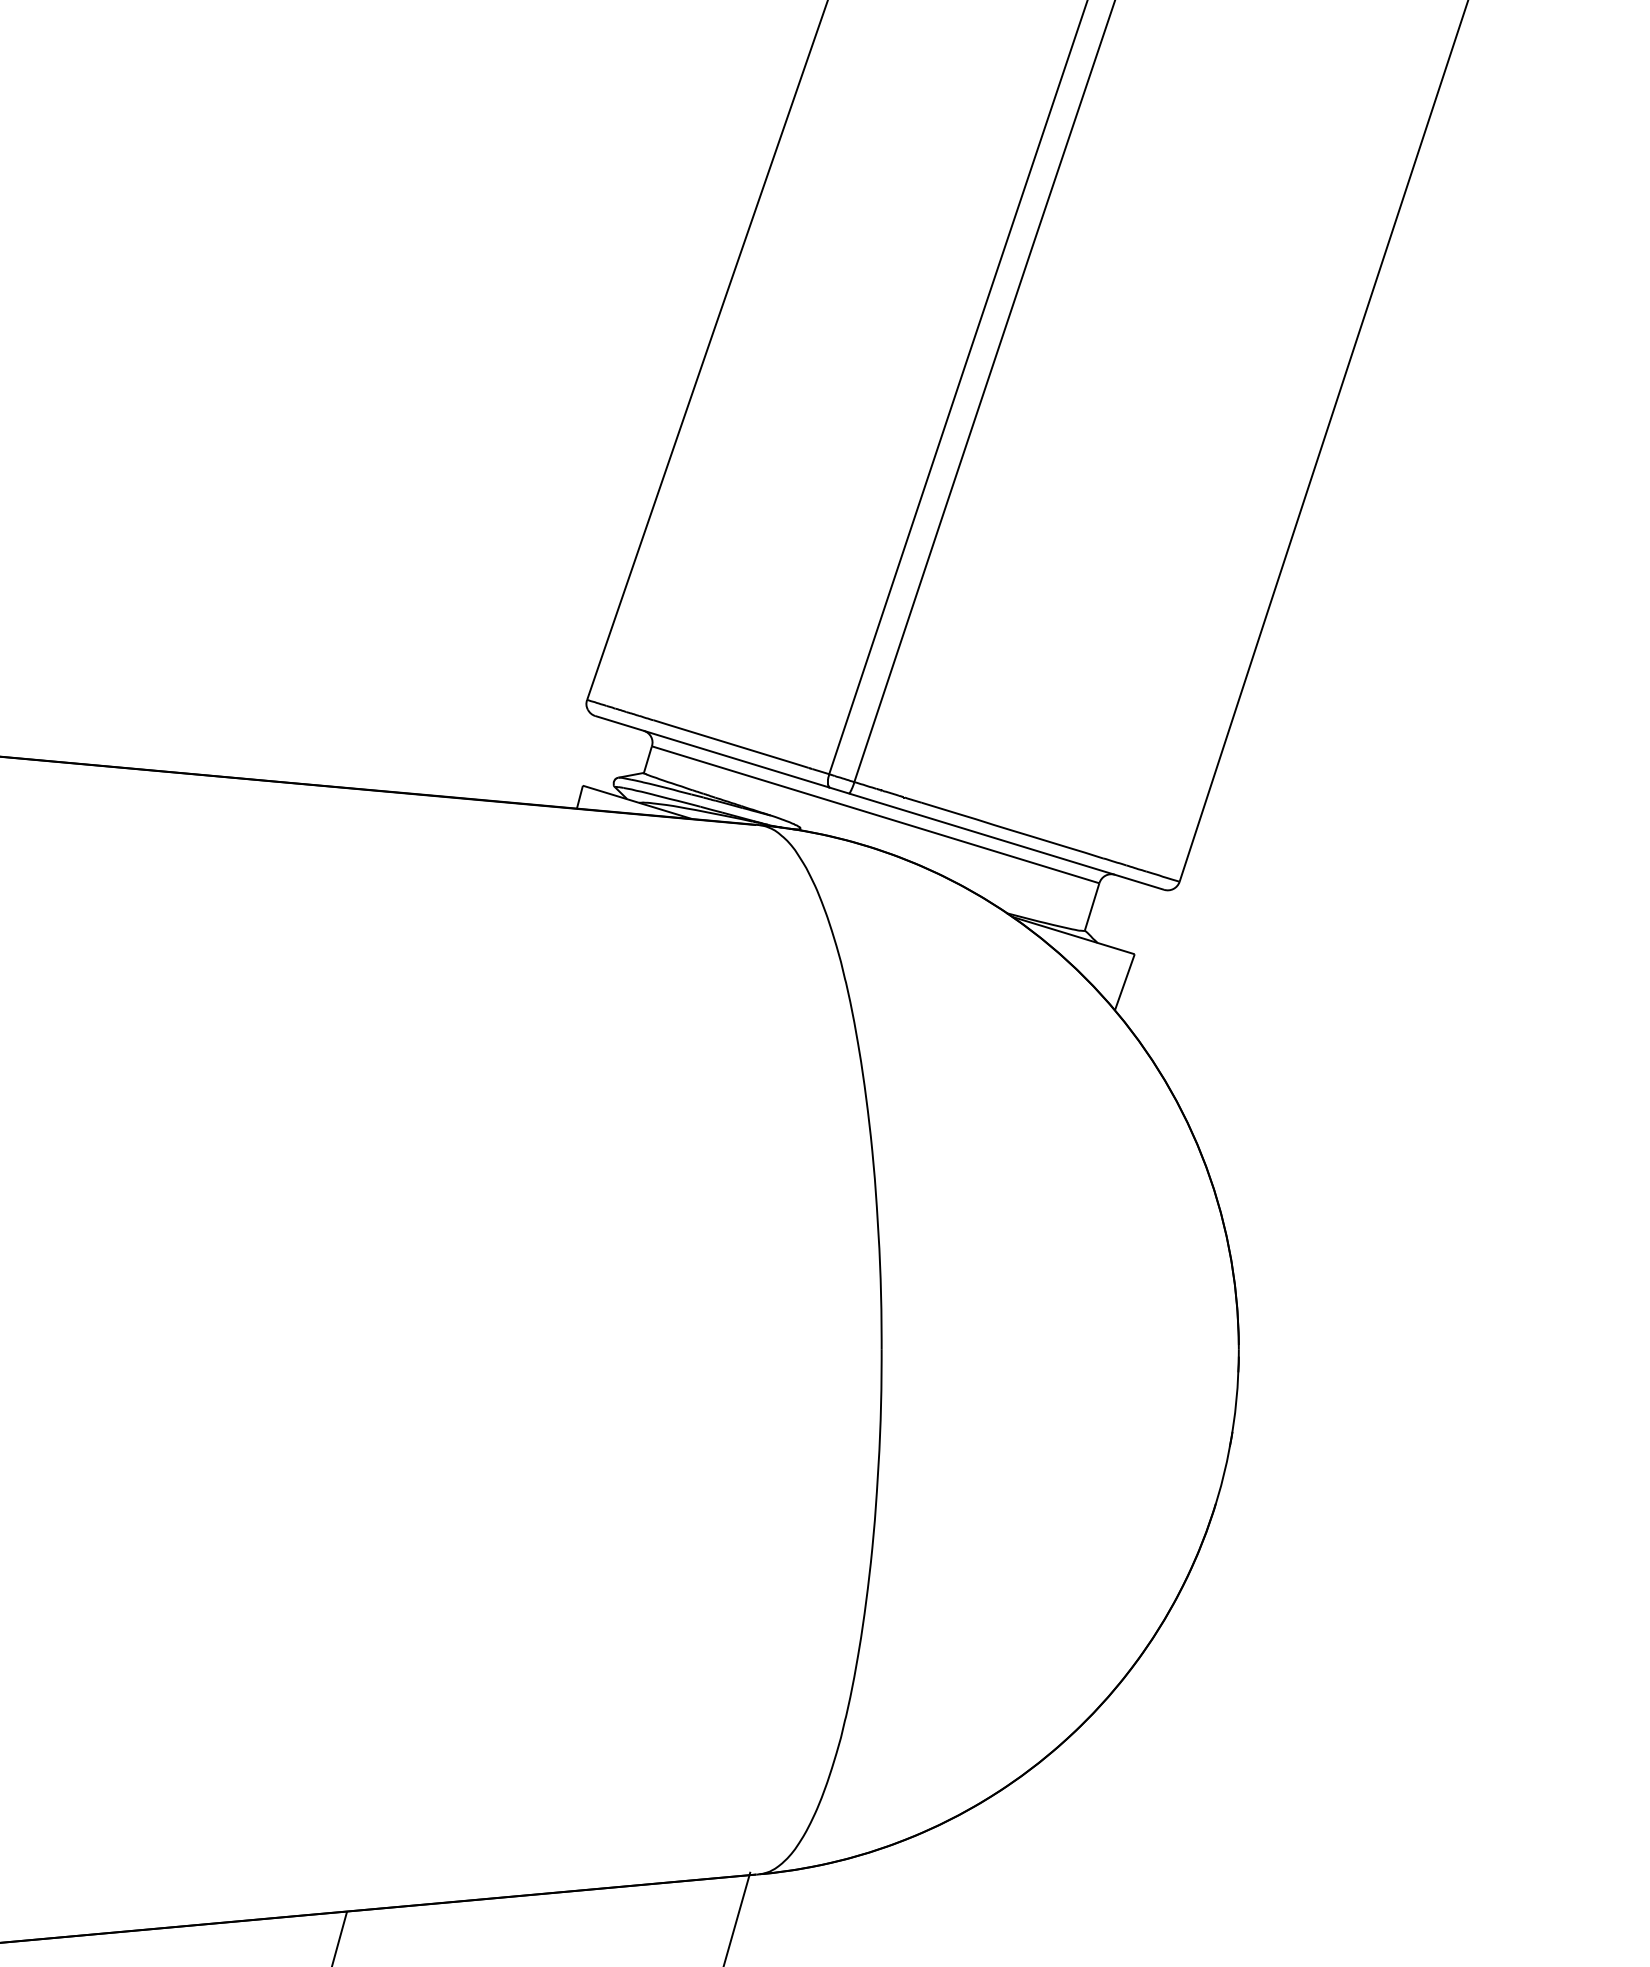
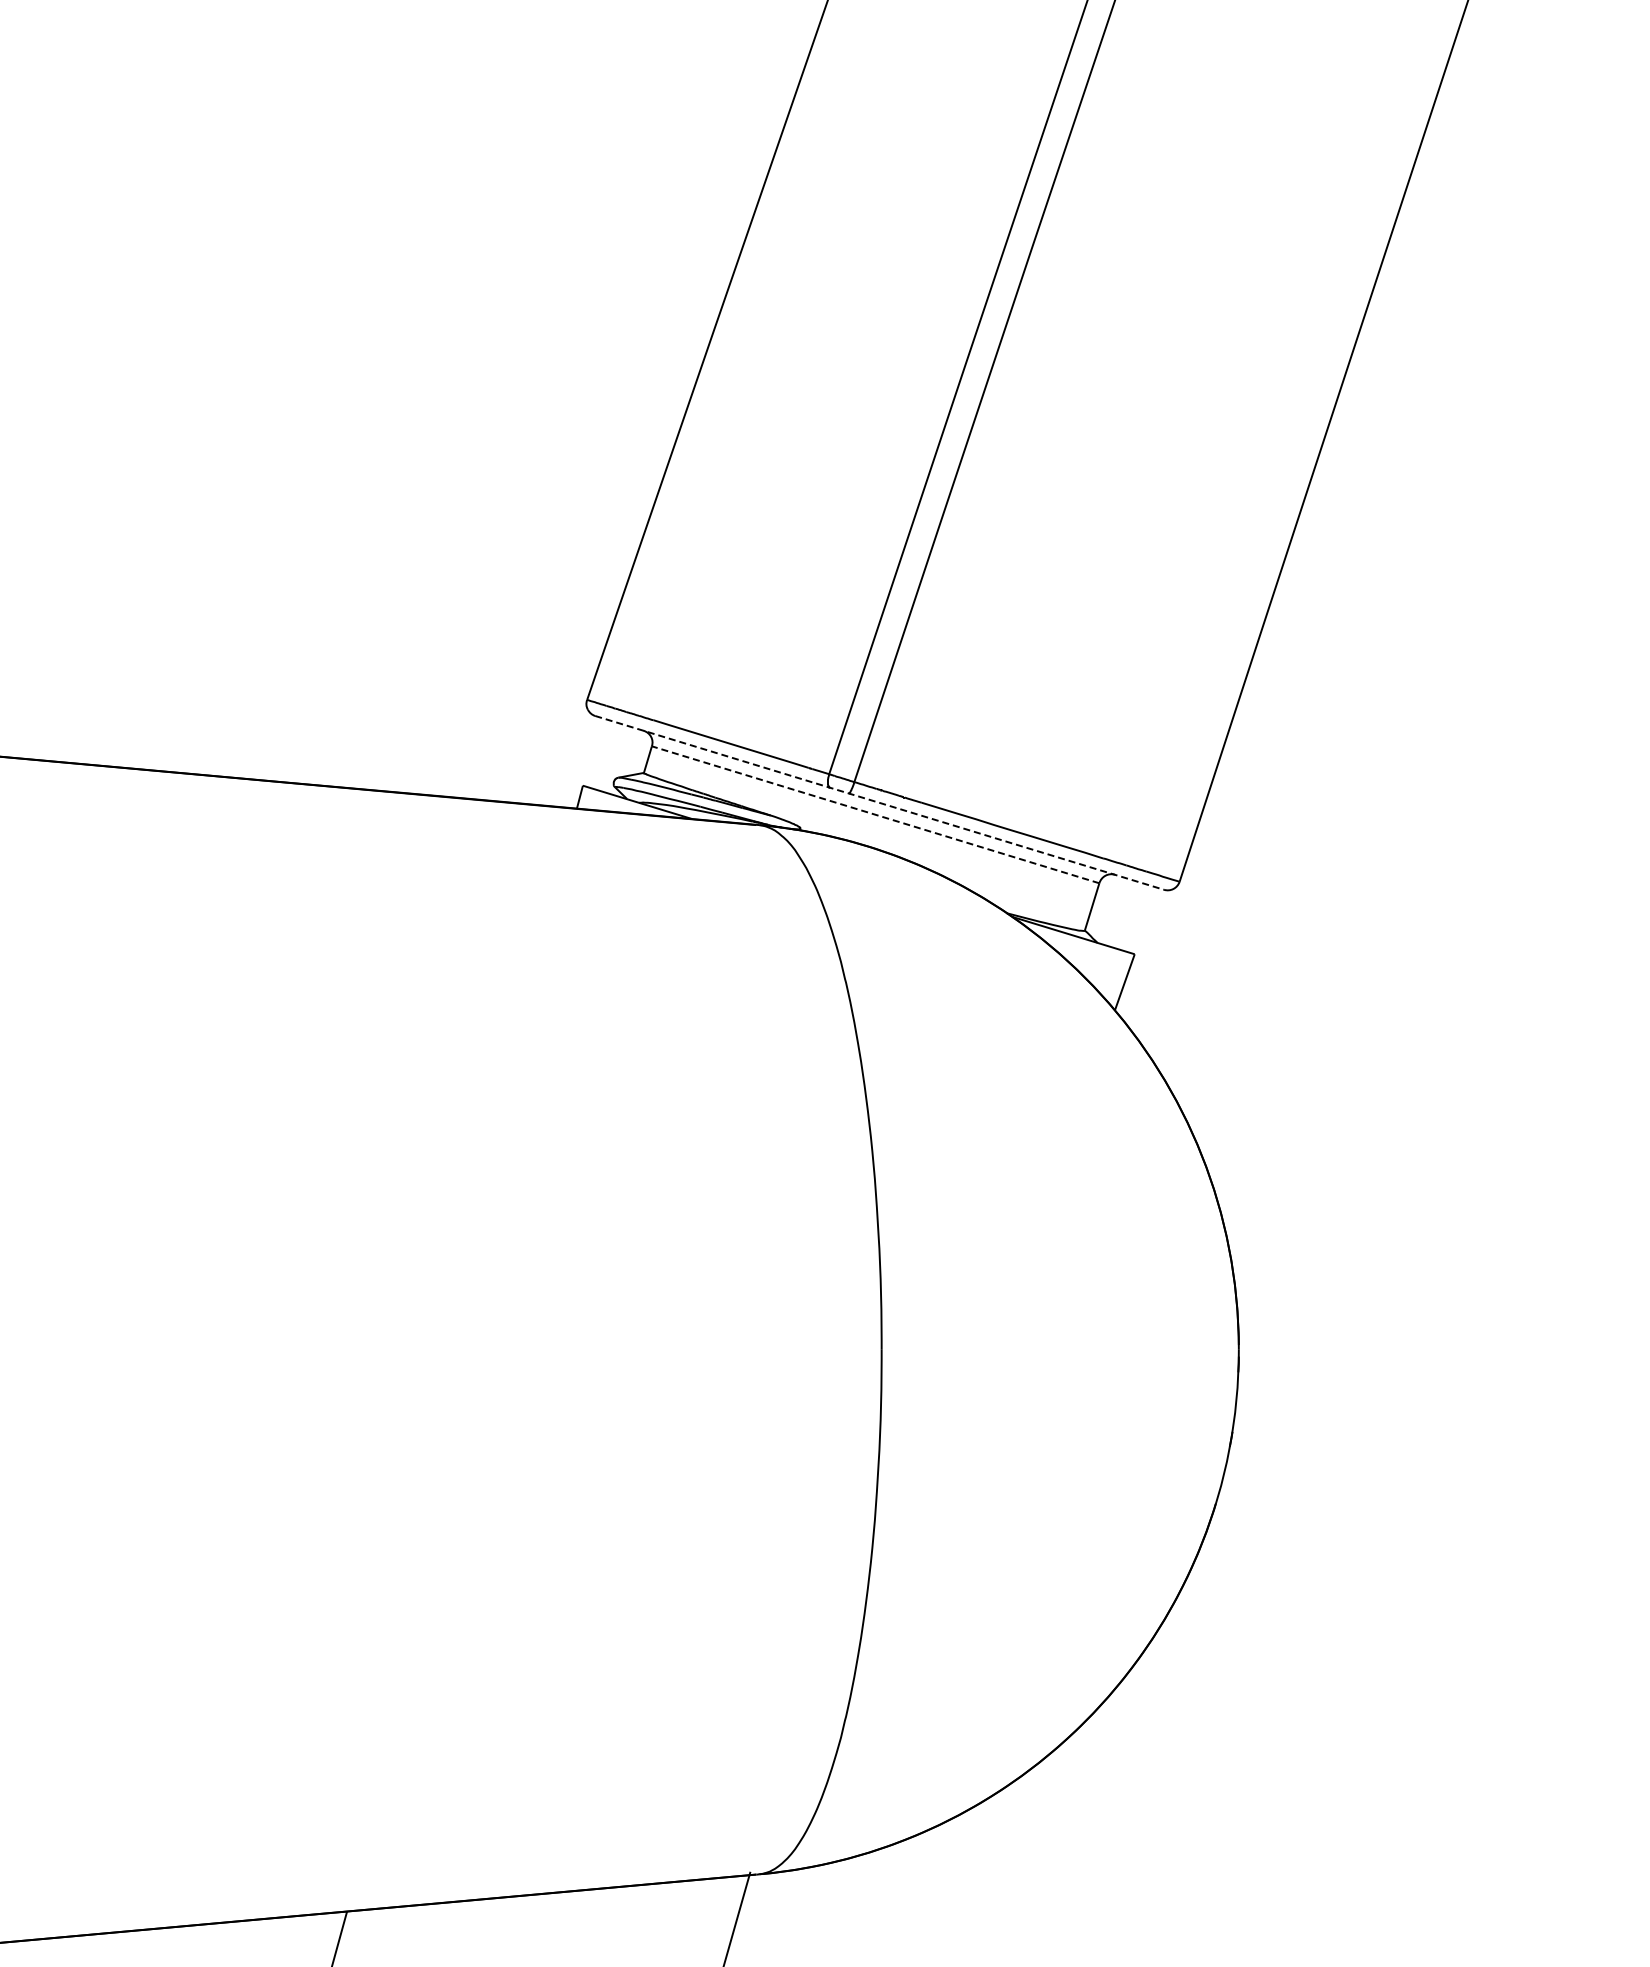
line at (880, 803): solid -> dashed
line at (875, 814): solid -> dashed
